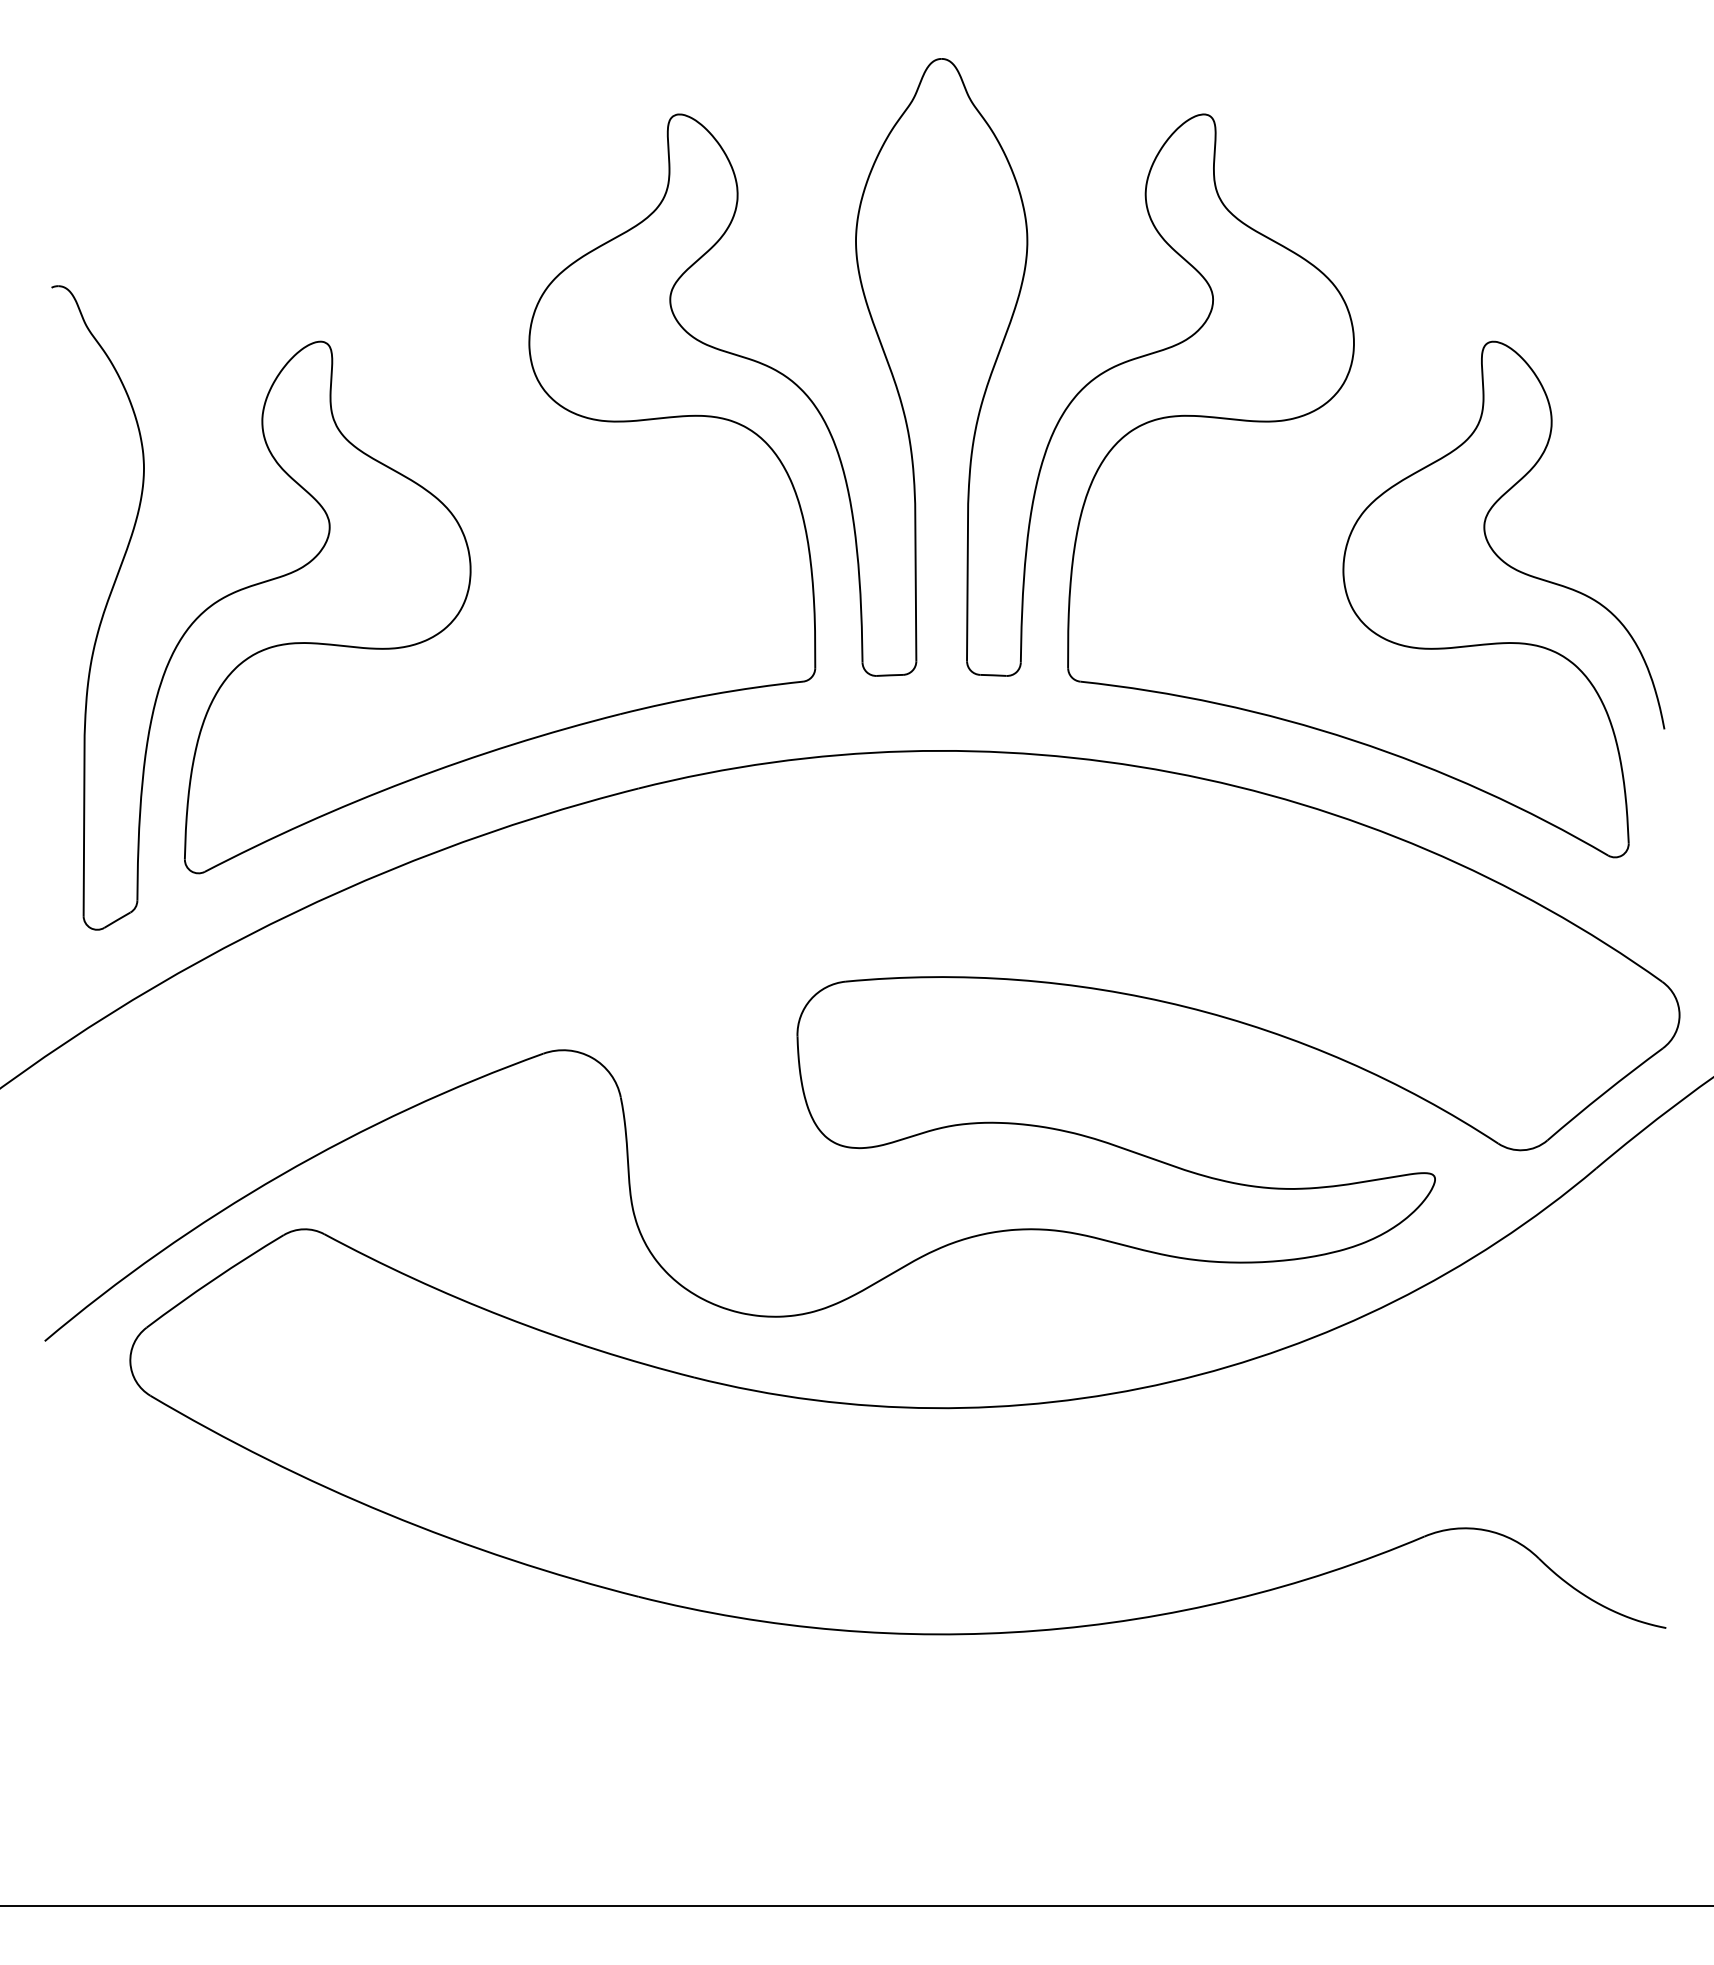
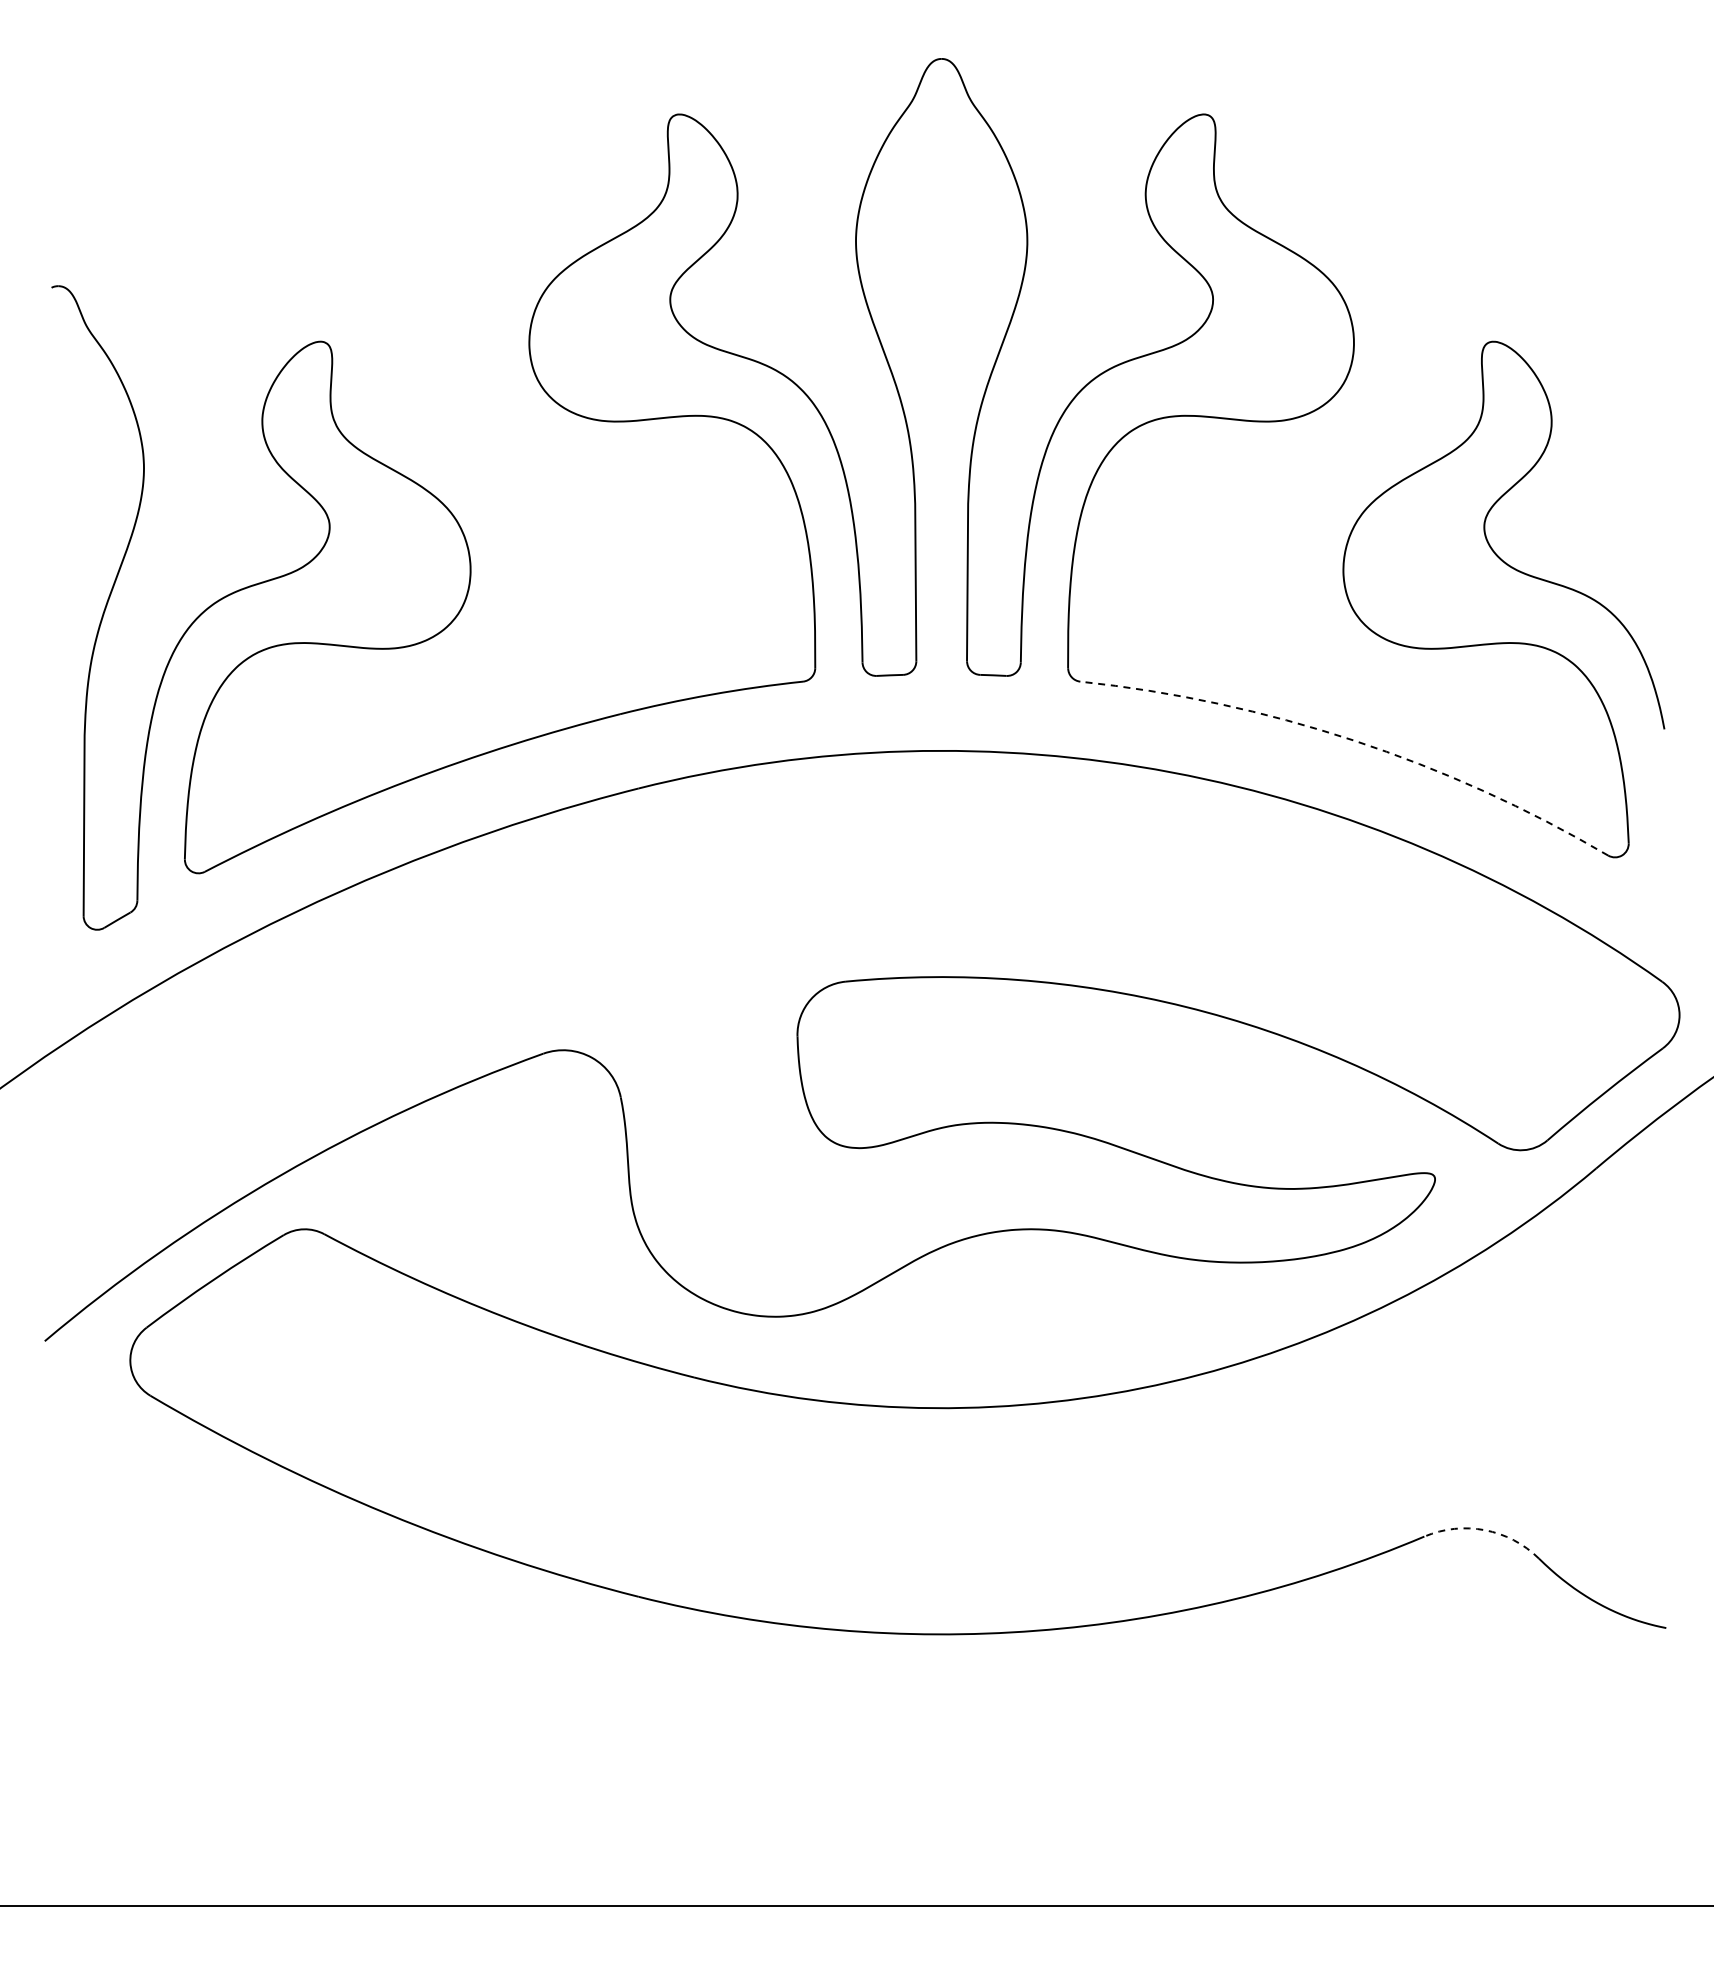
arc at (1353, 740): solid -> dashed
arc at (1485, 1530): solid -> dashed
